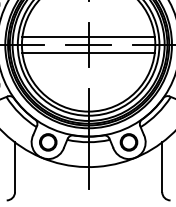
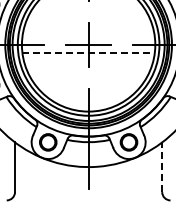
line at (88, 36): present -> none
line at (89, 53): solid -> dashed
line at (162, 167): solid -> dashed
